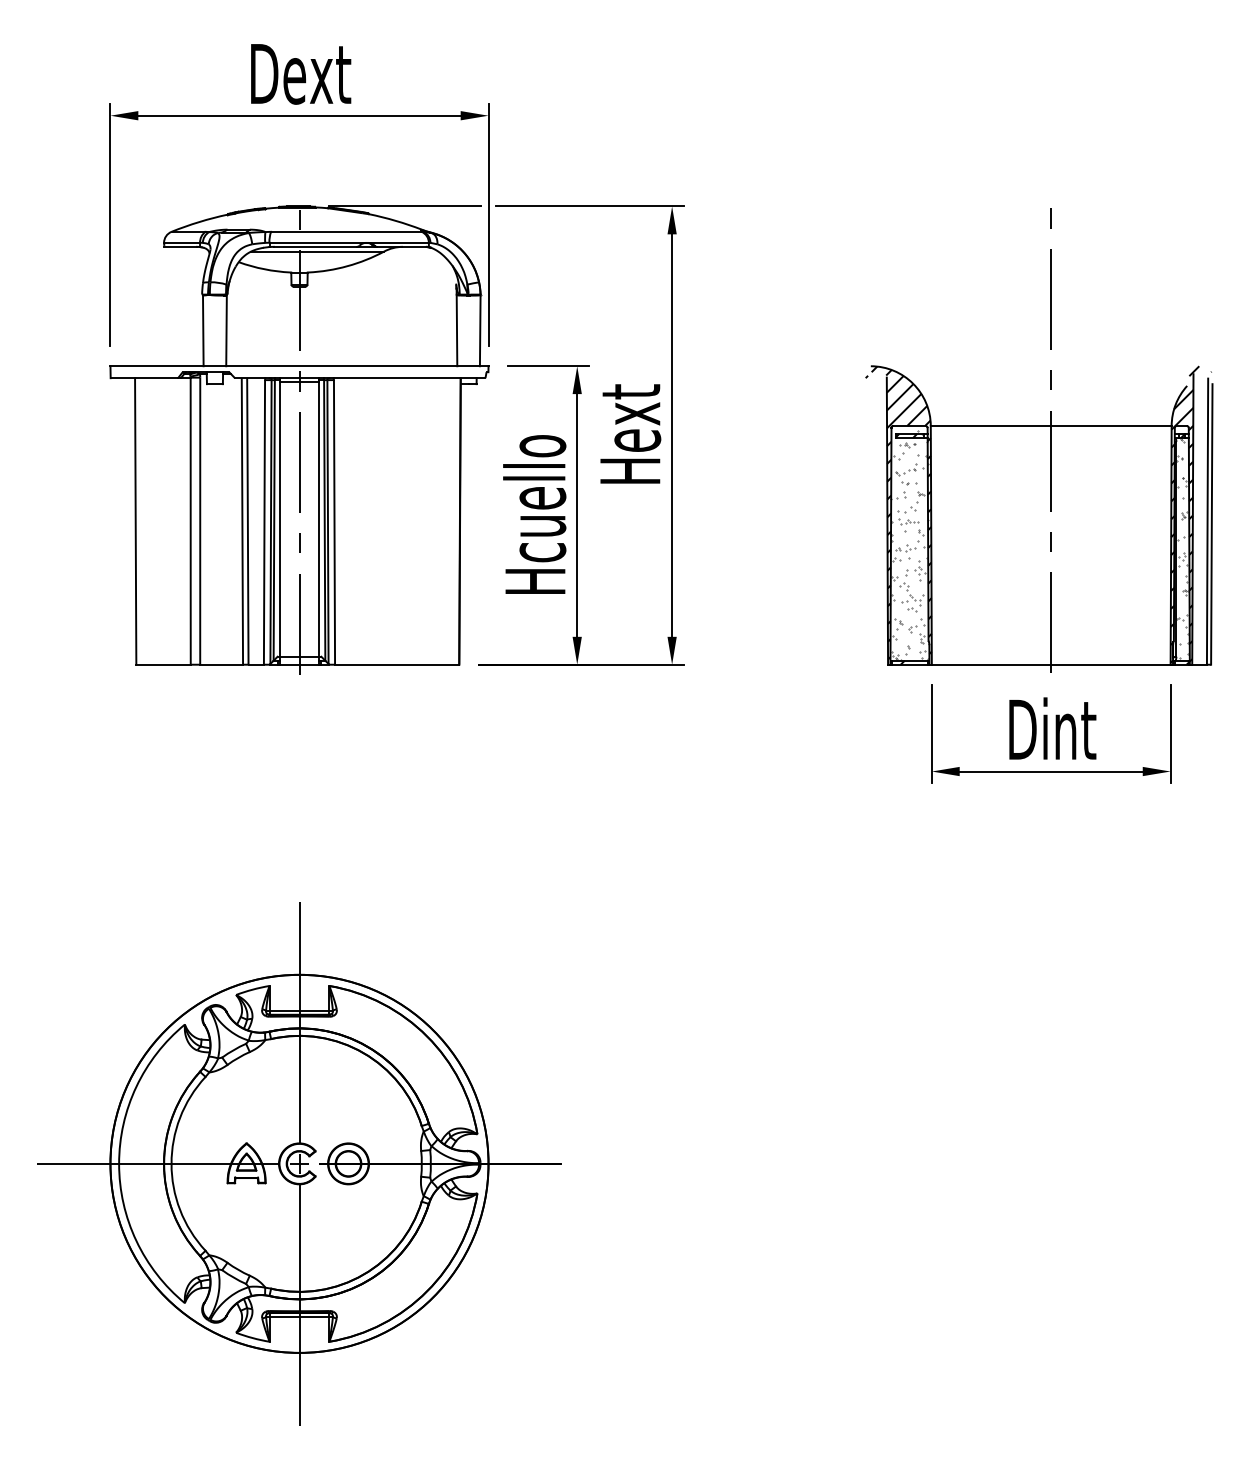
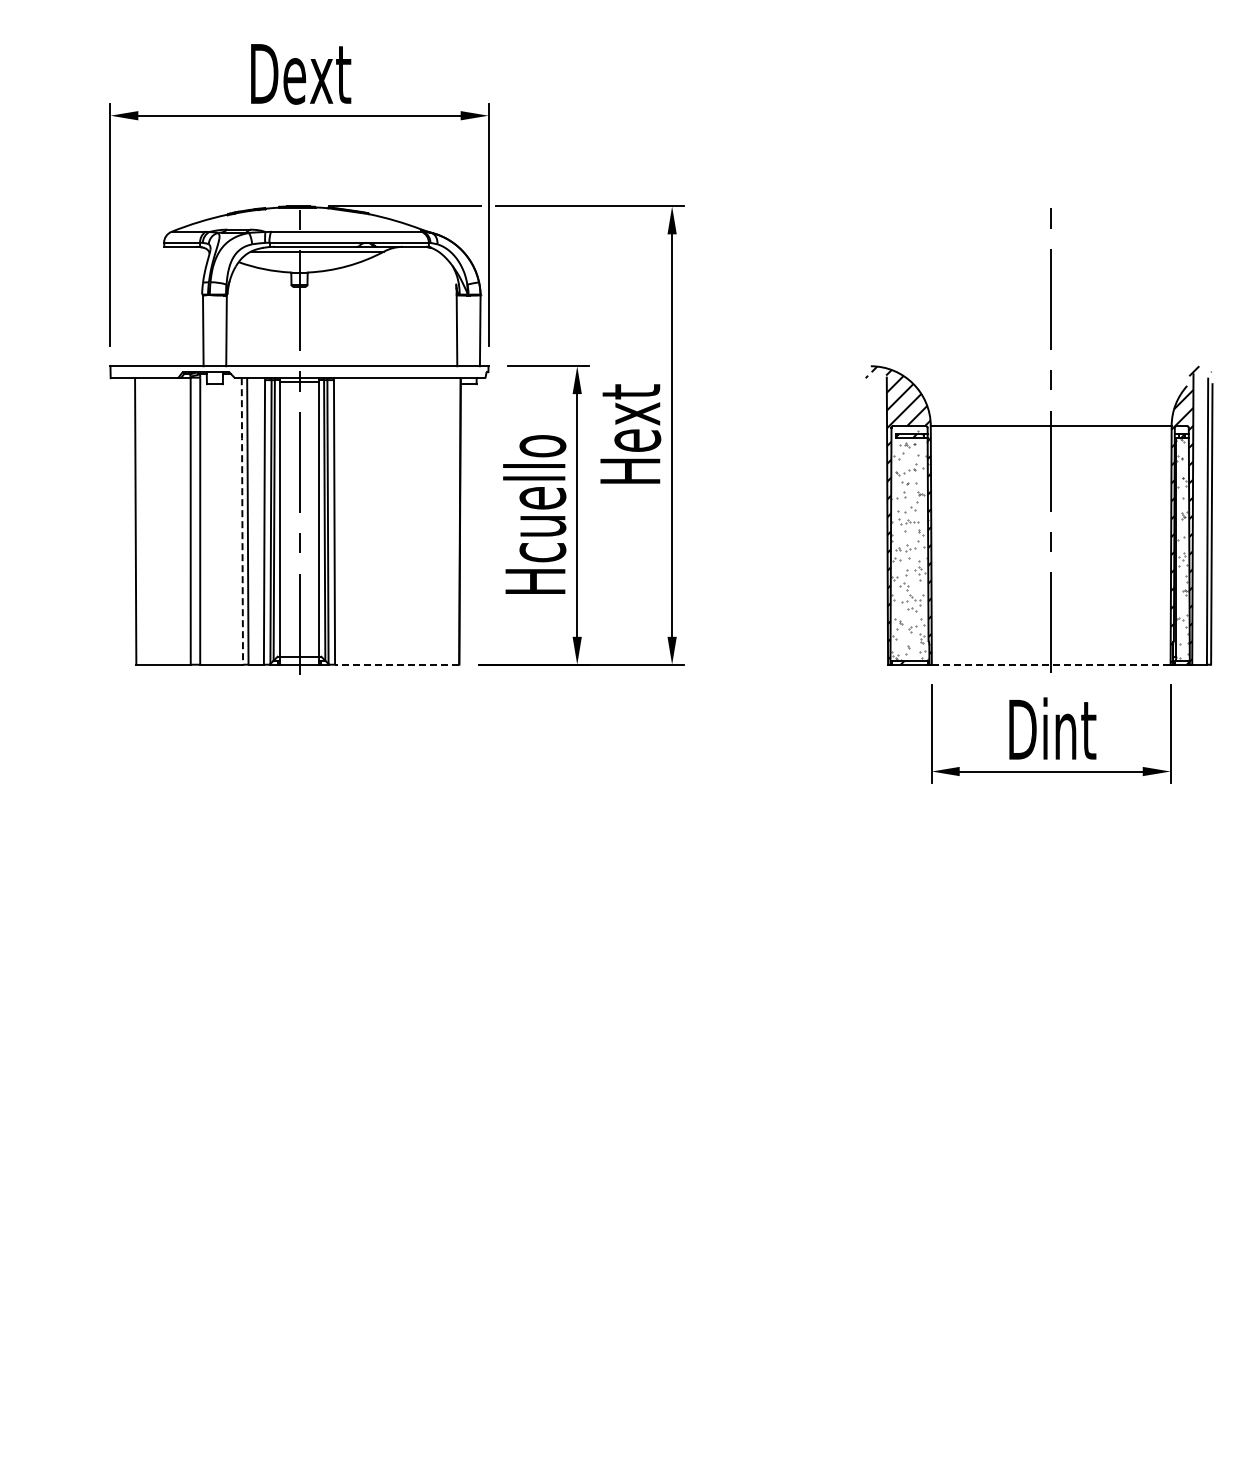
line at (242, 521): solid -> dashed
line at (396, 664): solid -> dashed
line at (1051, 664): solid -> dashed
part at (299, 1163): present -> none
